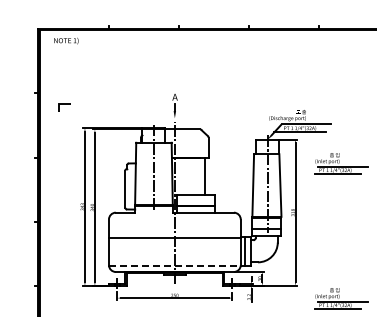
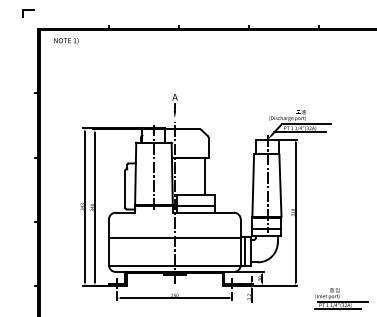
line at (64, 104) position: (64, 104) -> (28, 10)
part at (341, 163): present -> none
line at (174, 265): dashed -> solid
